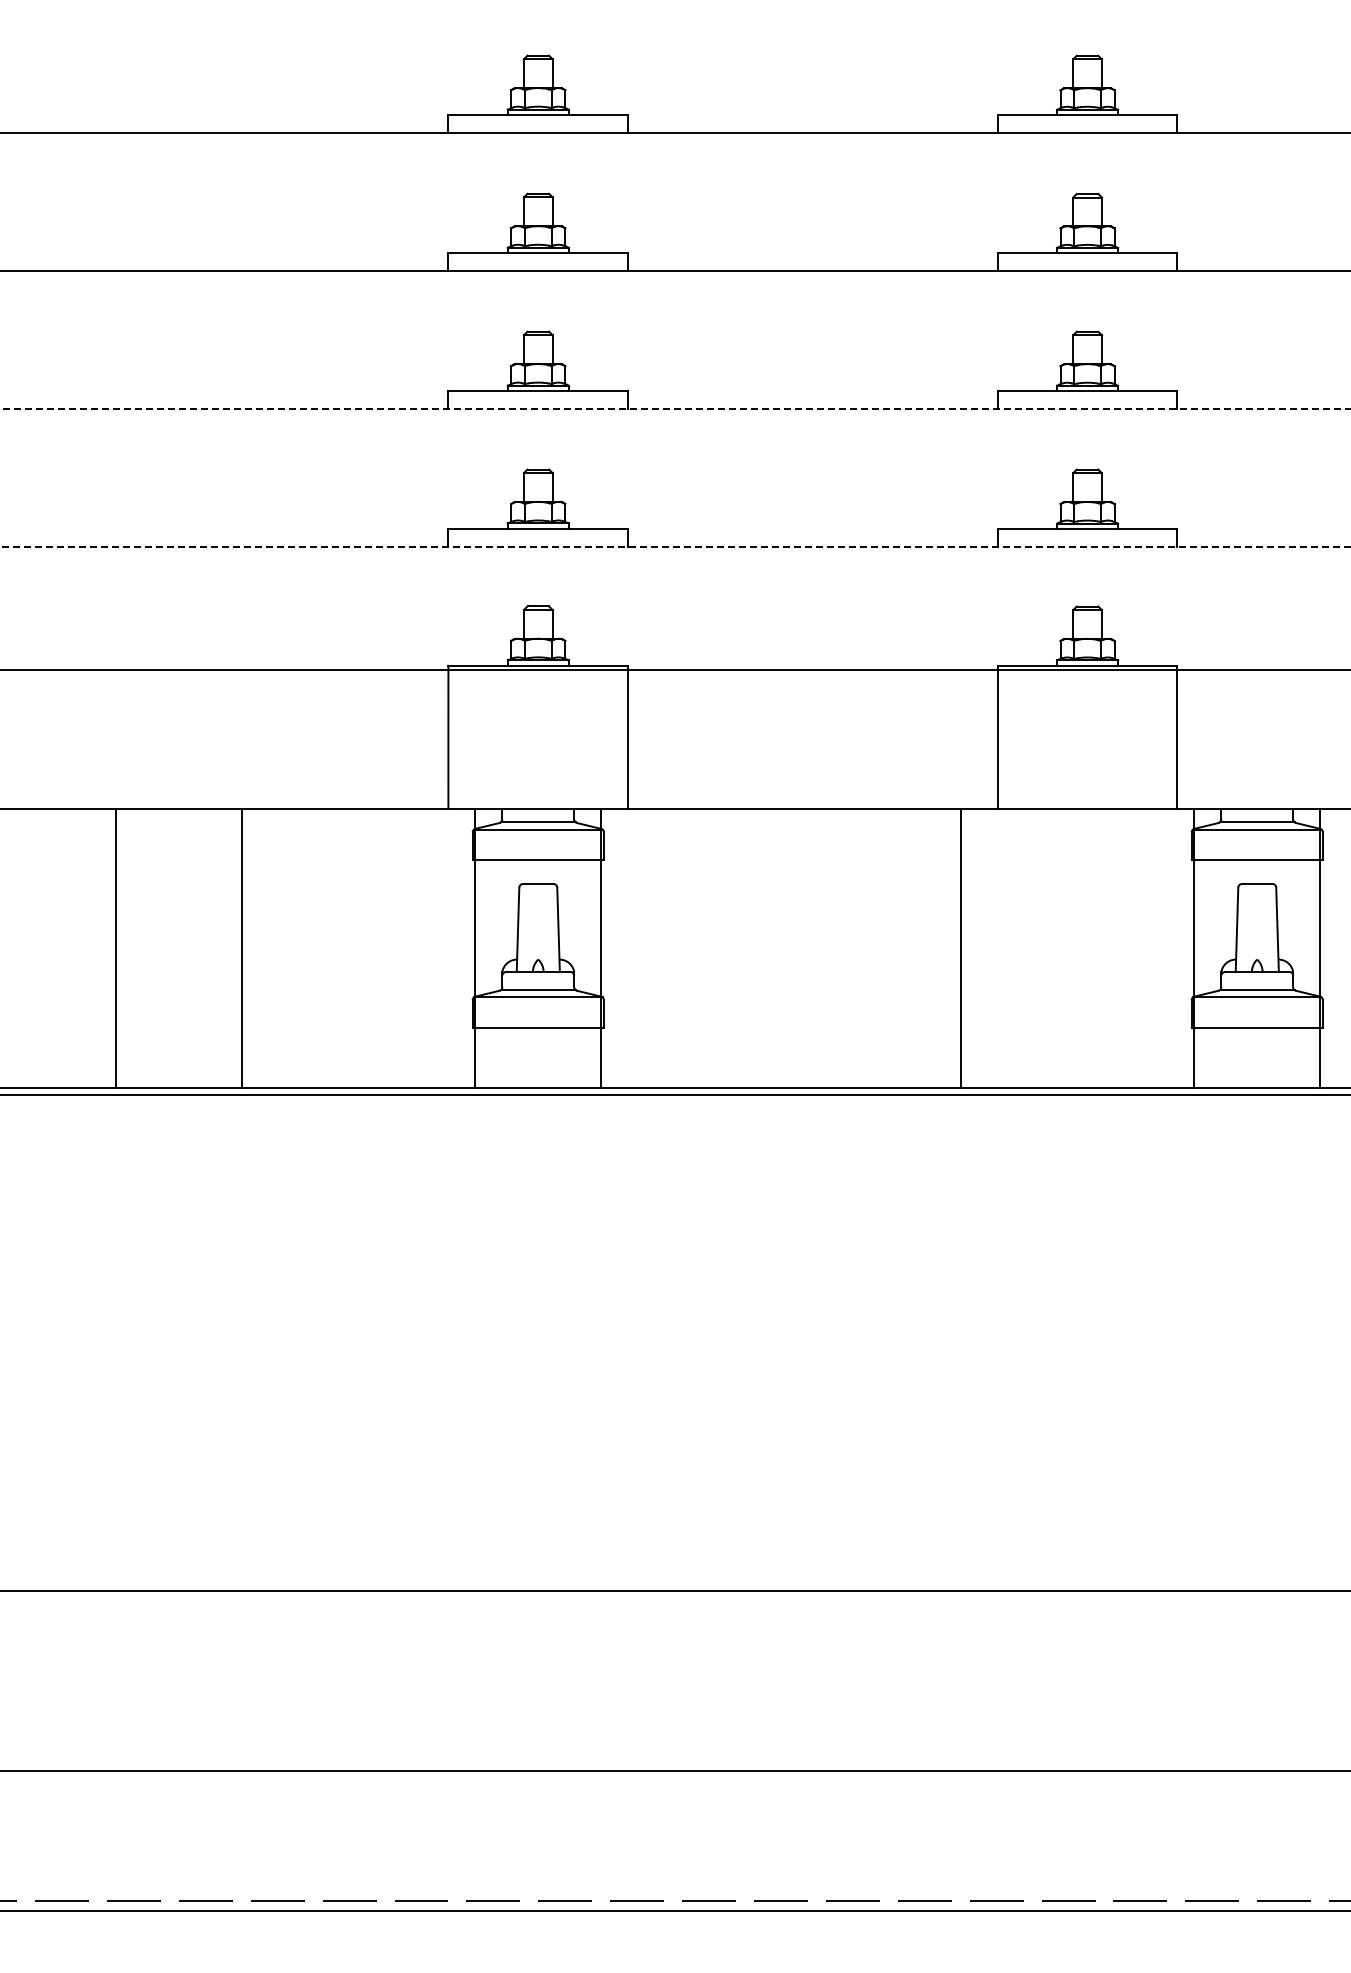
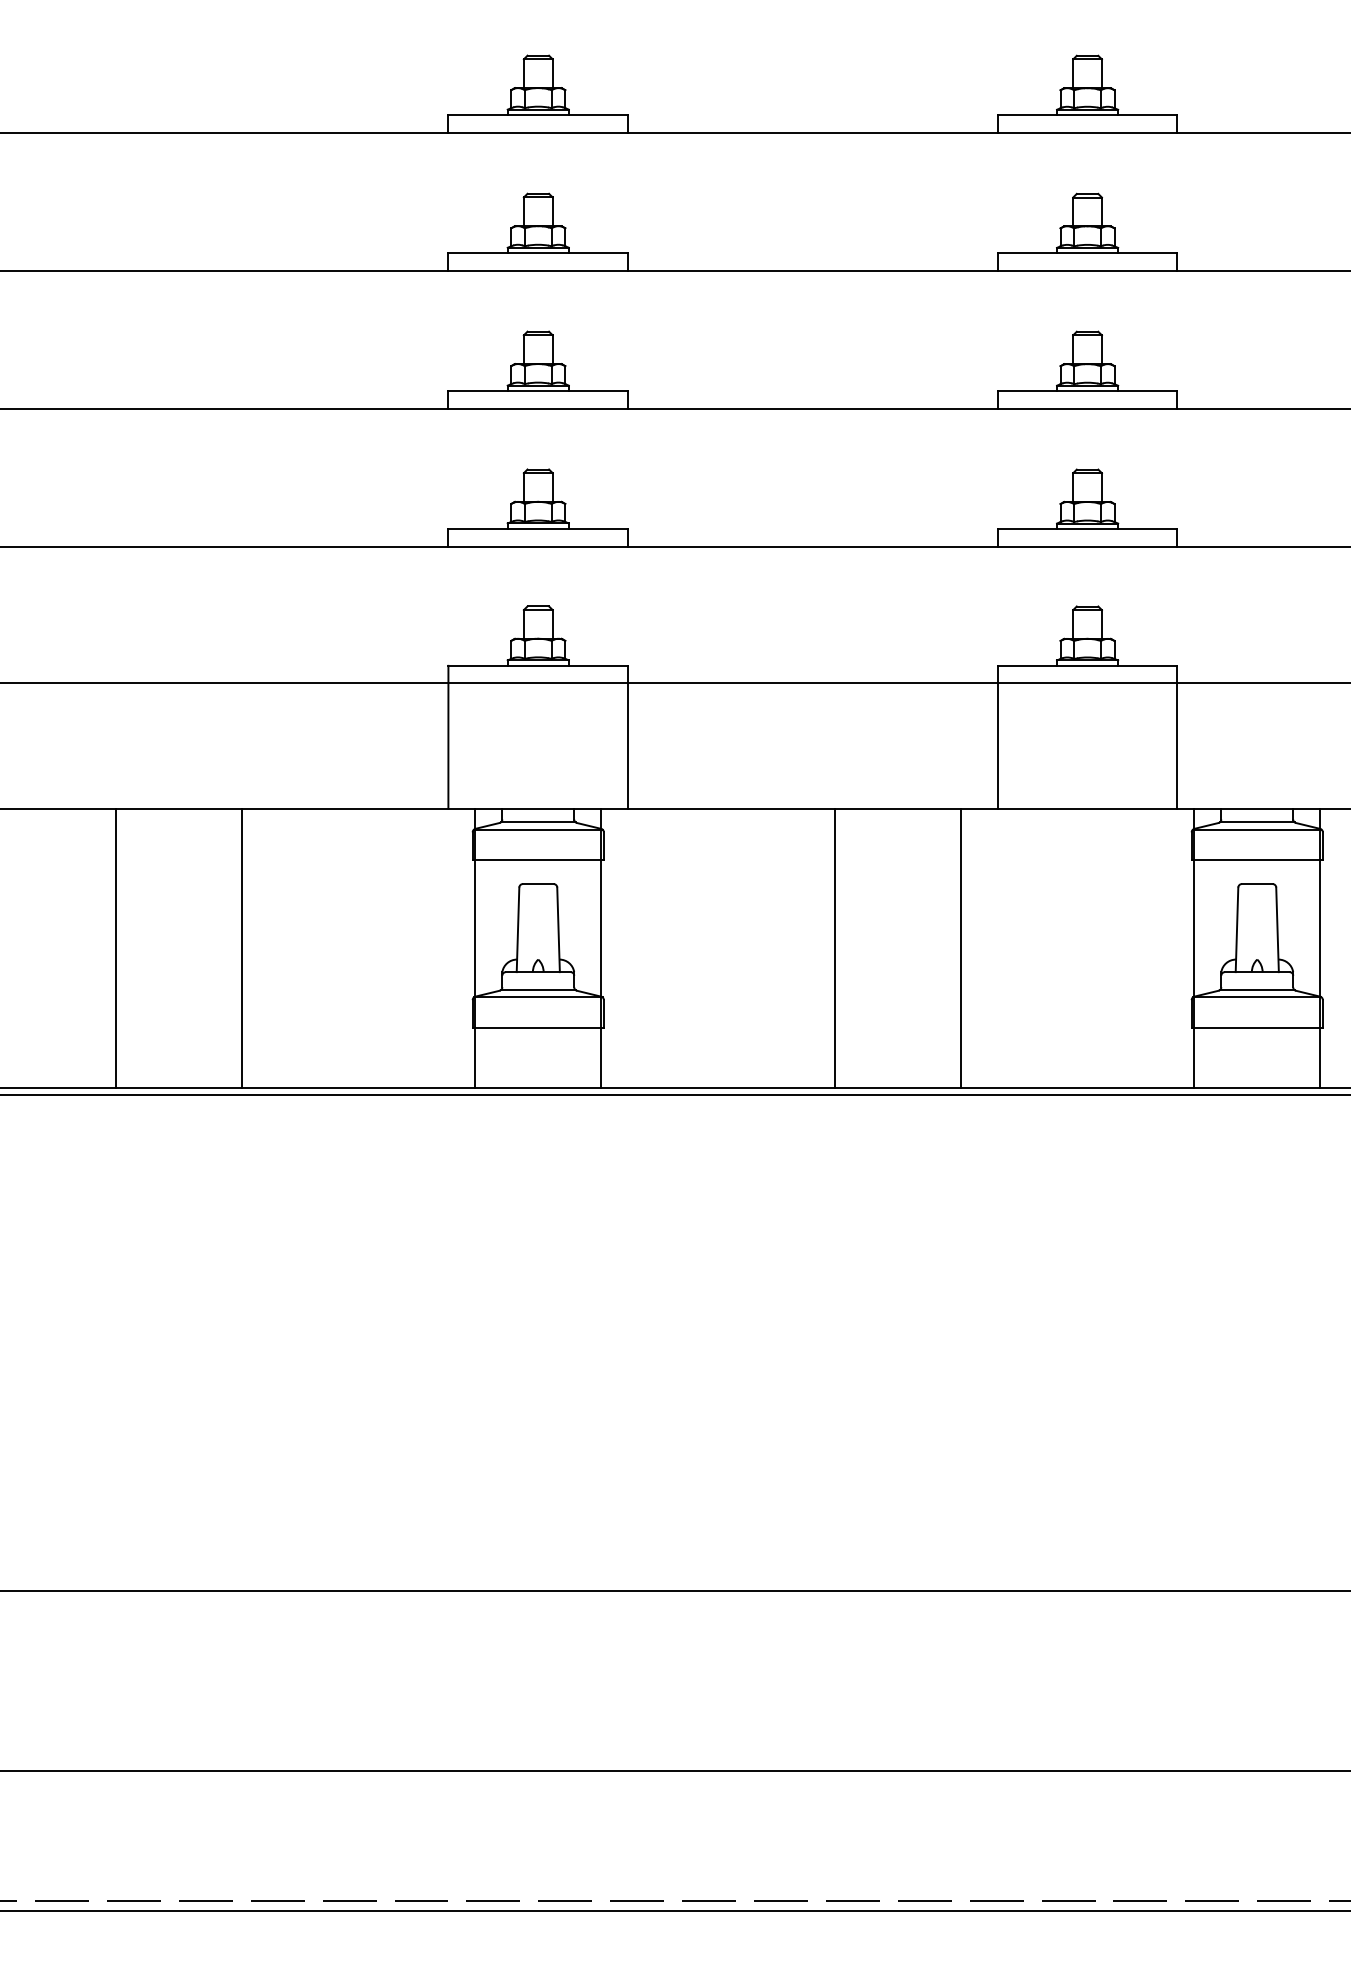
line at (675, 409): dashed -> solid
line at (675, 547): dashed -> solid
line at (674, 669) position: (674, 669) -> (674, 682)
line at (834, 948): none -> present
